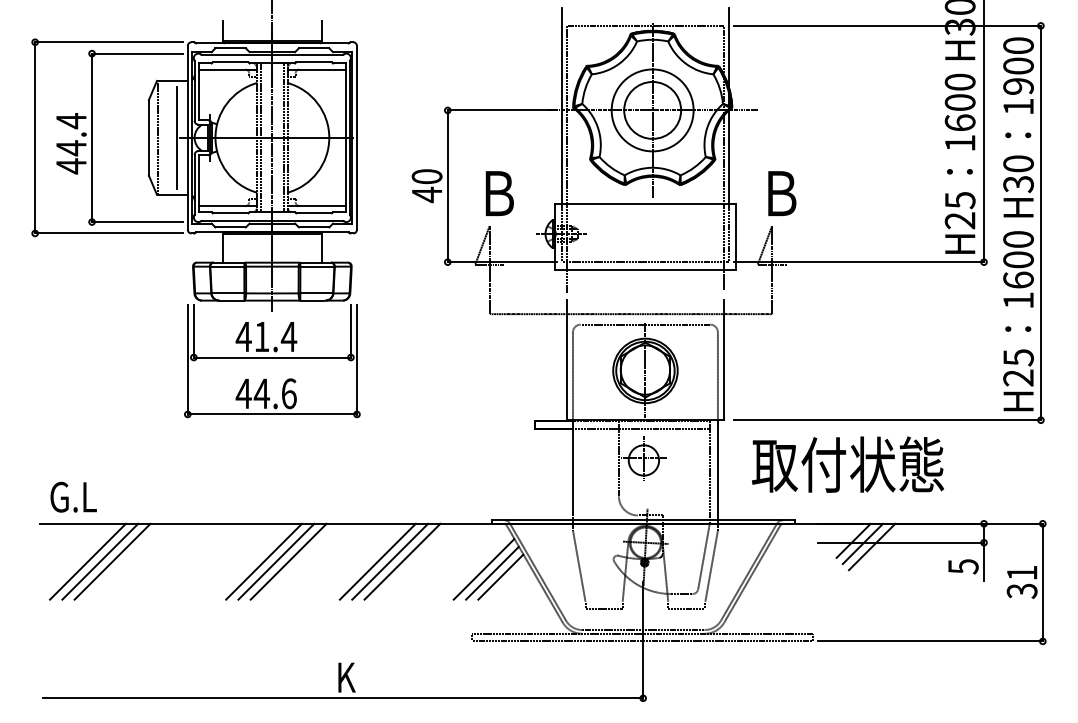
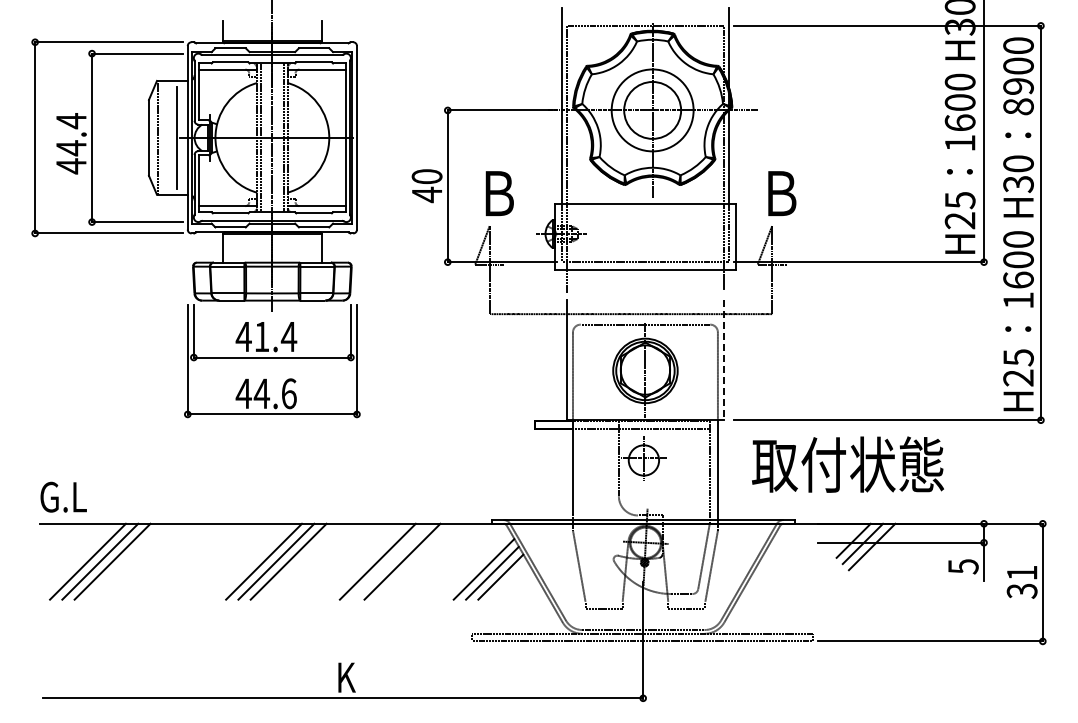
text at (1018, 106): 1900 -> 8900
line at (723, 360): solid -> dashed
text at (73, 496) position: (73, 496) -> (63, 496)
line at (390, 561): present -> none
